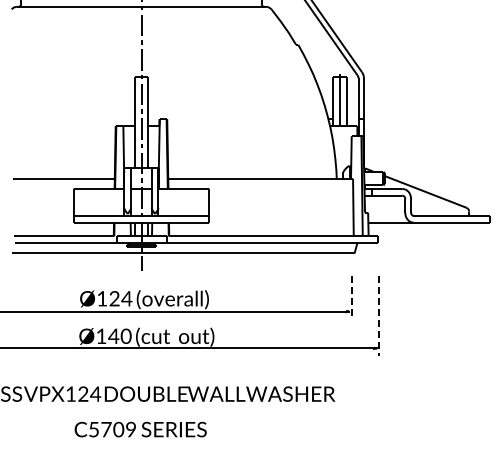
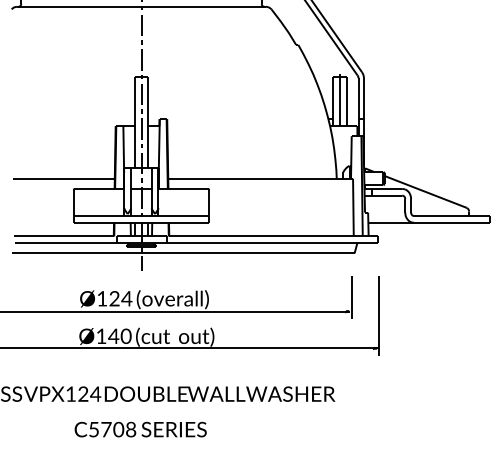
line at (351, 297): dashed -> solid
line at (379, 316): dashed -> solid
text at (131, 430): C5709 -> C5708
